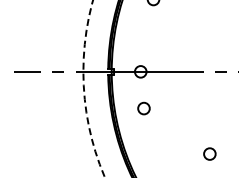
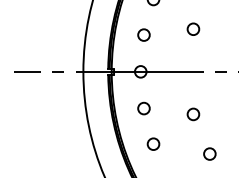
circle at (193, 28): none -> present
circle at (143, 34): none -> present
circle at (93, 88): dashed -> solid
circle at (193, 114): none -> present
circle at (153, 143): none -> present
